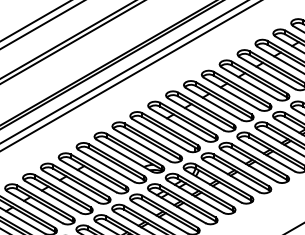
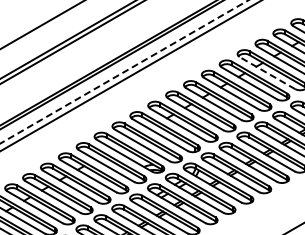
line at (34, 21): present -> none
line at (124, 71): solid -> dashed
line at (266, 72): solid -> dashed
